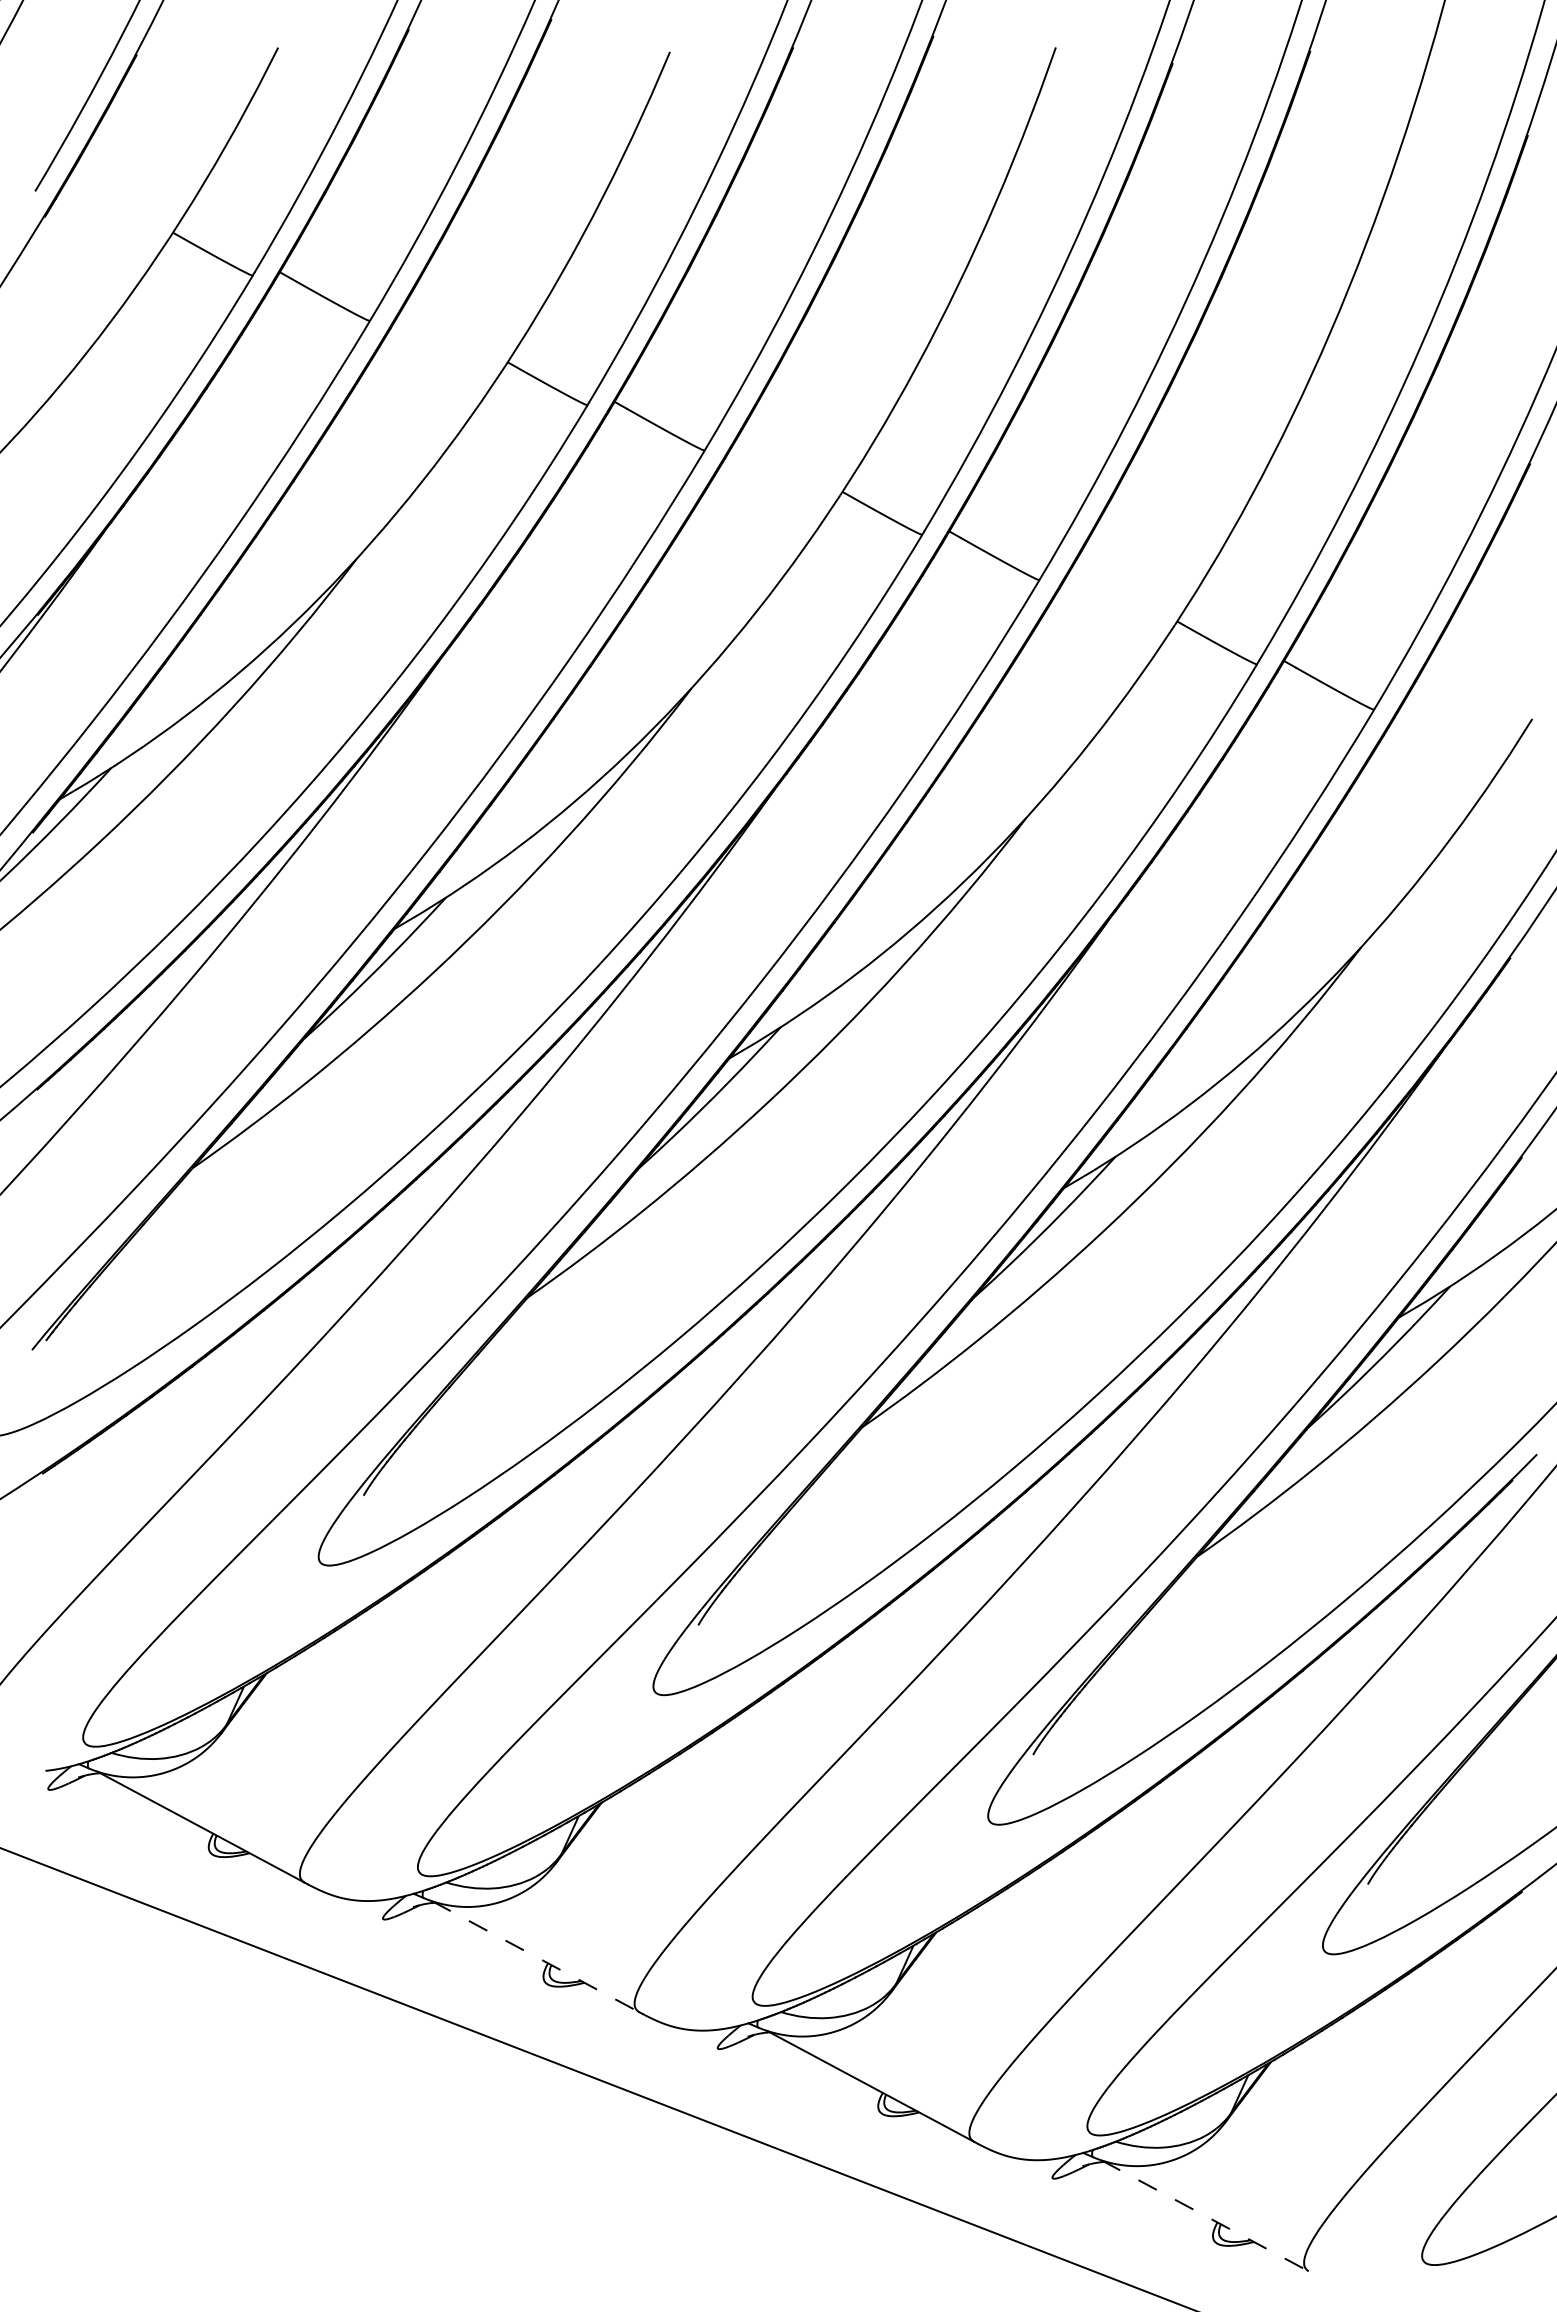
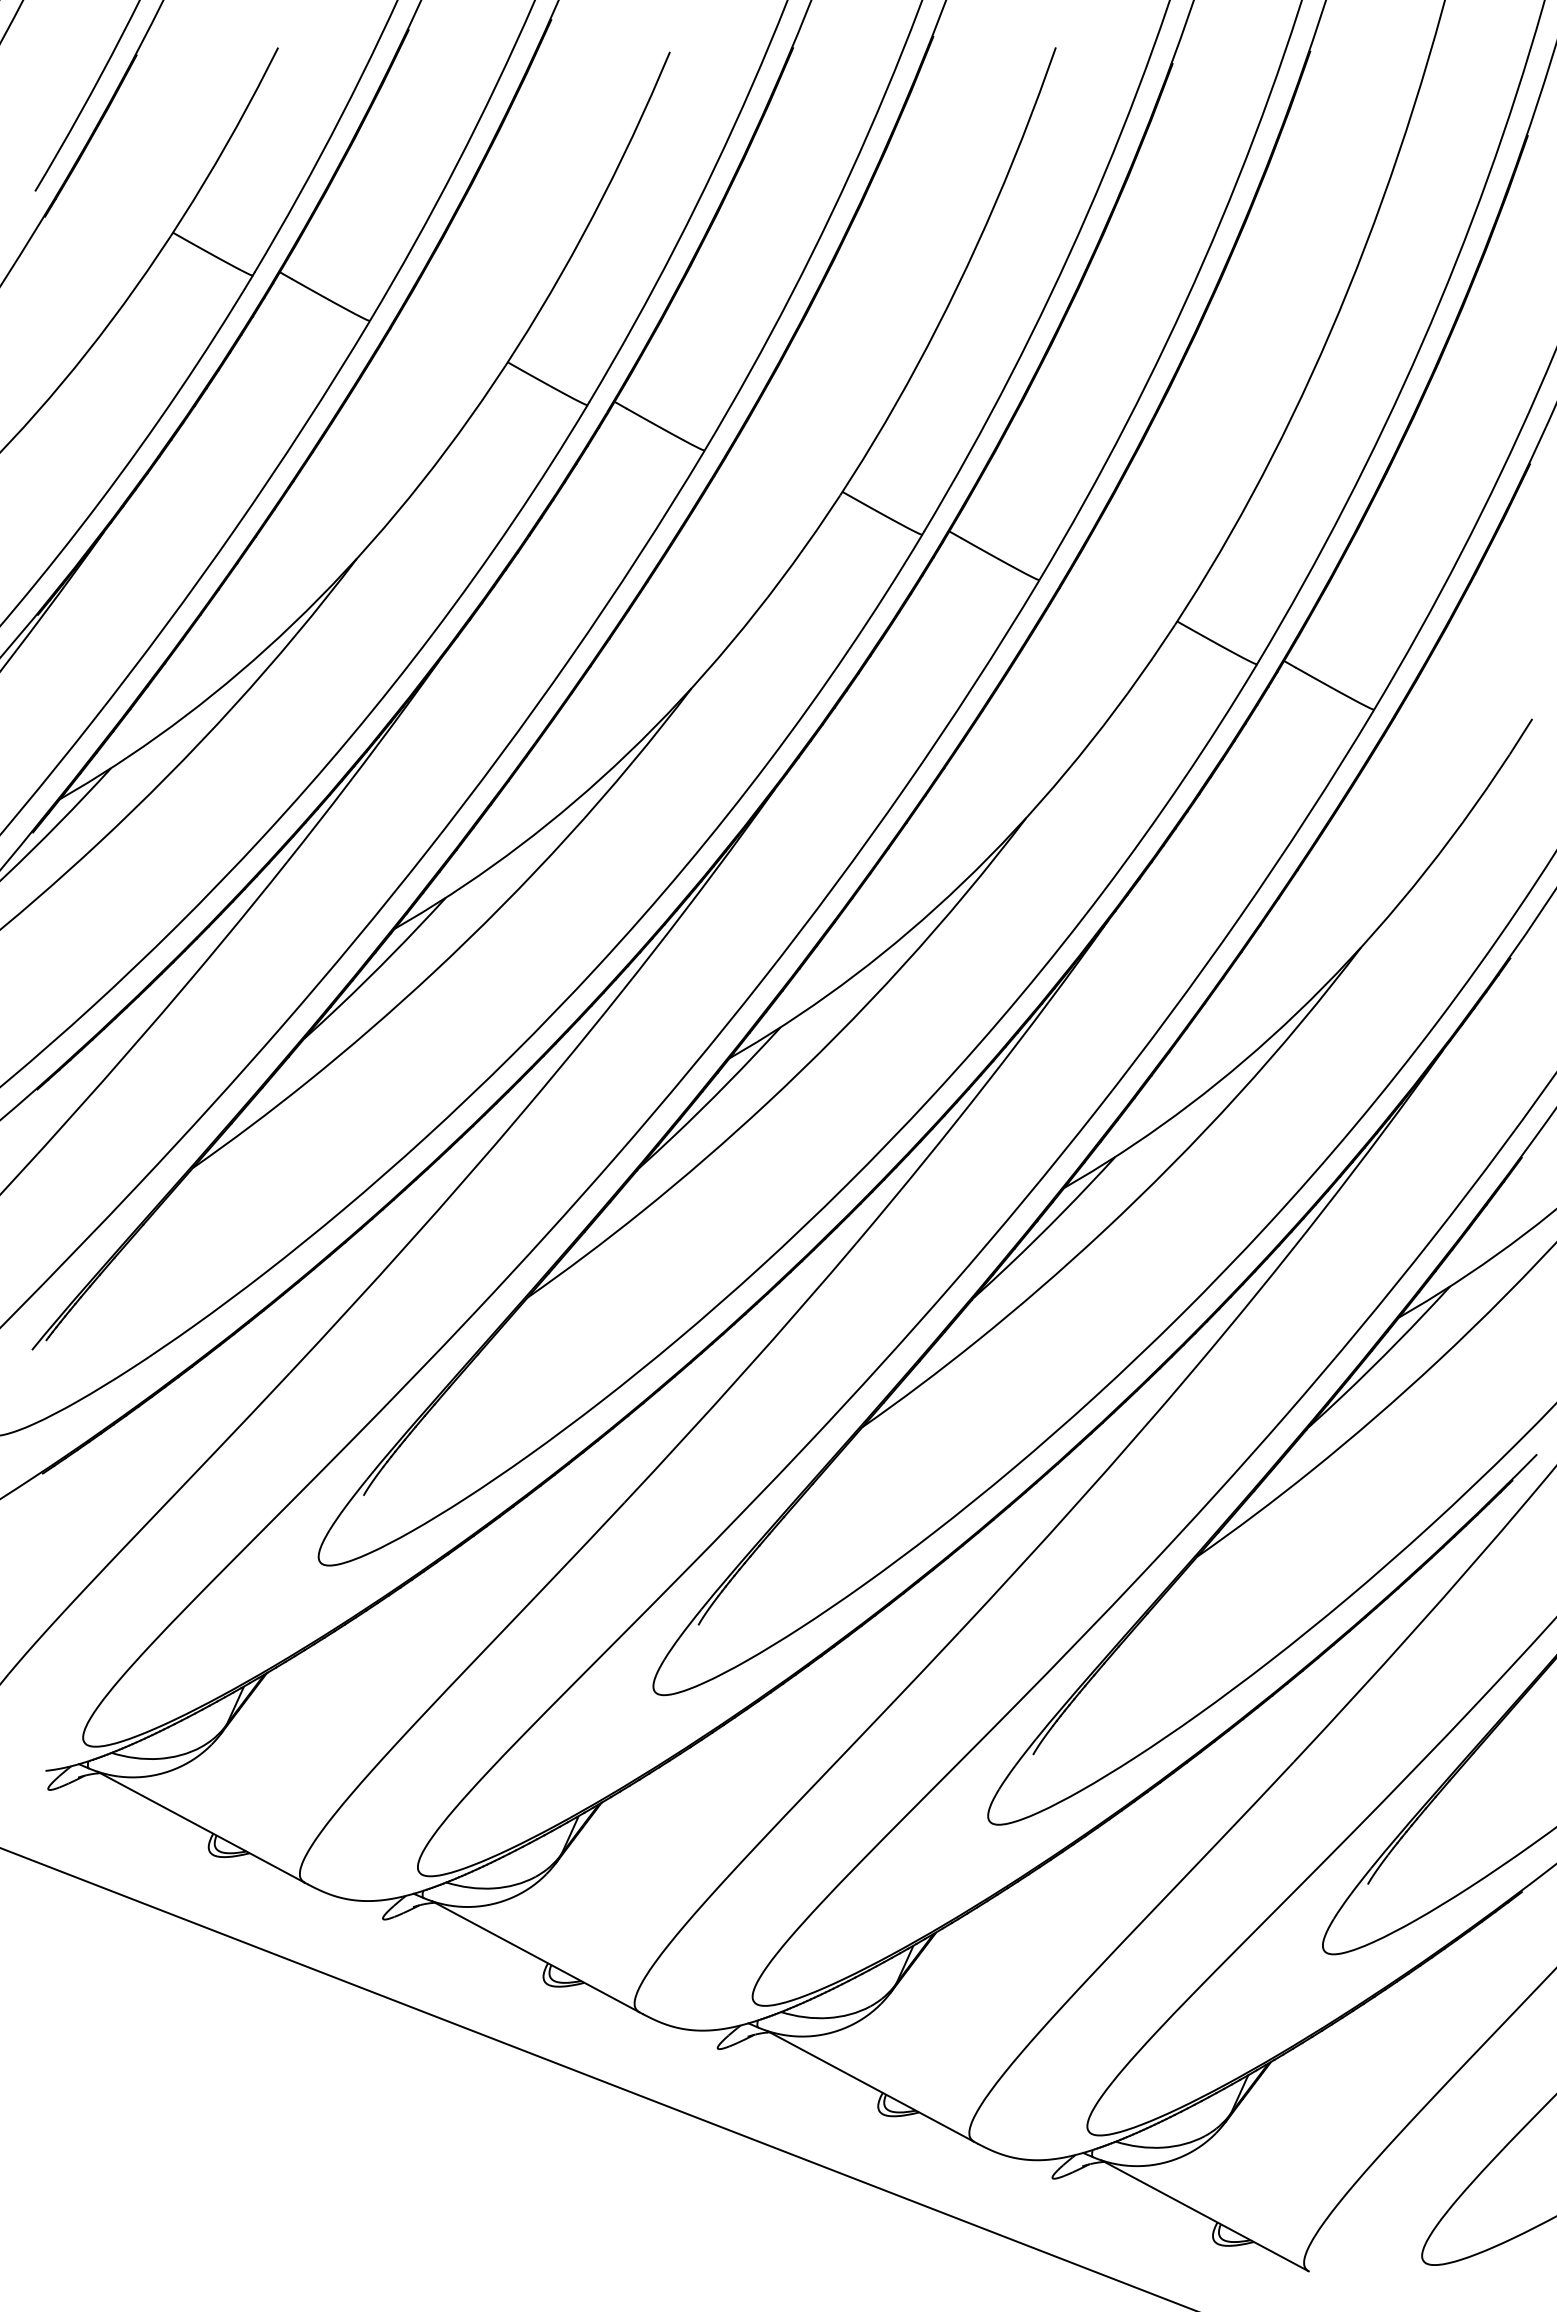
line at (536, 1957): dashed -> solid
line at (1205, 2216): dashed -> solid
